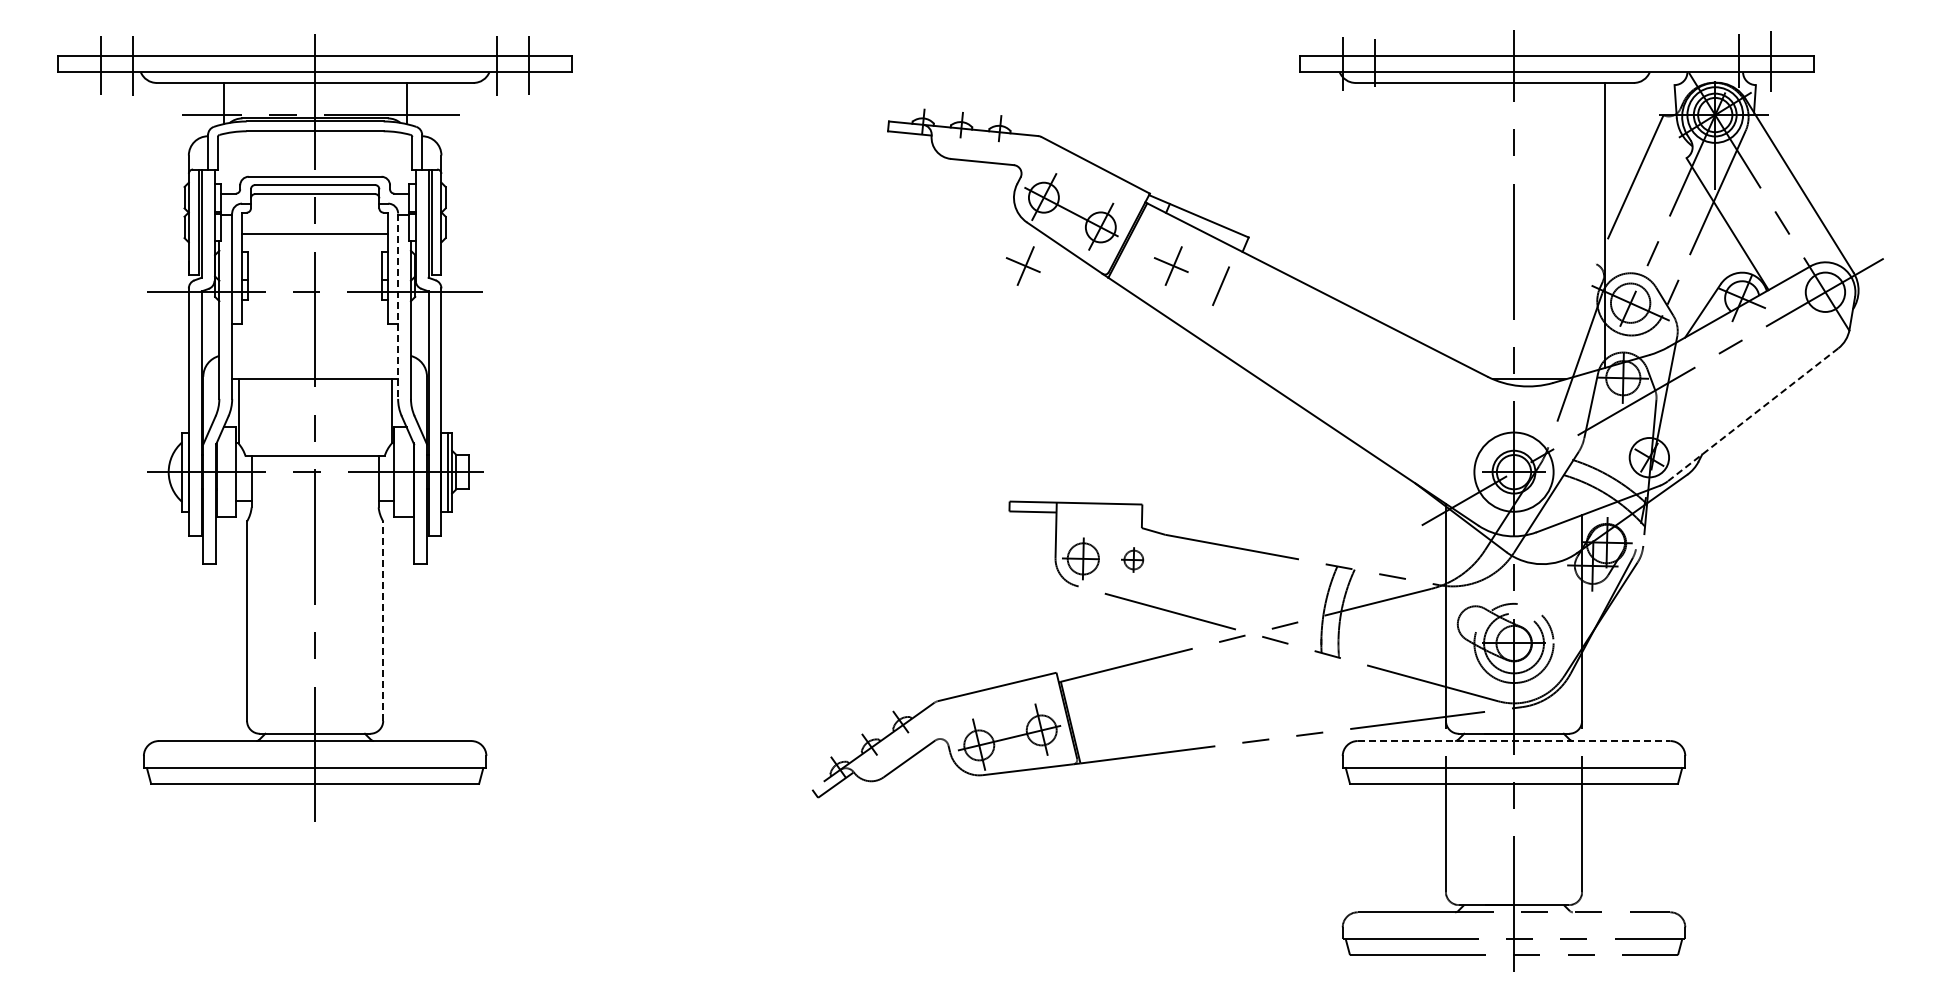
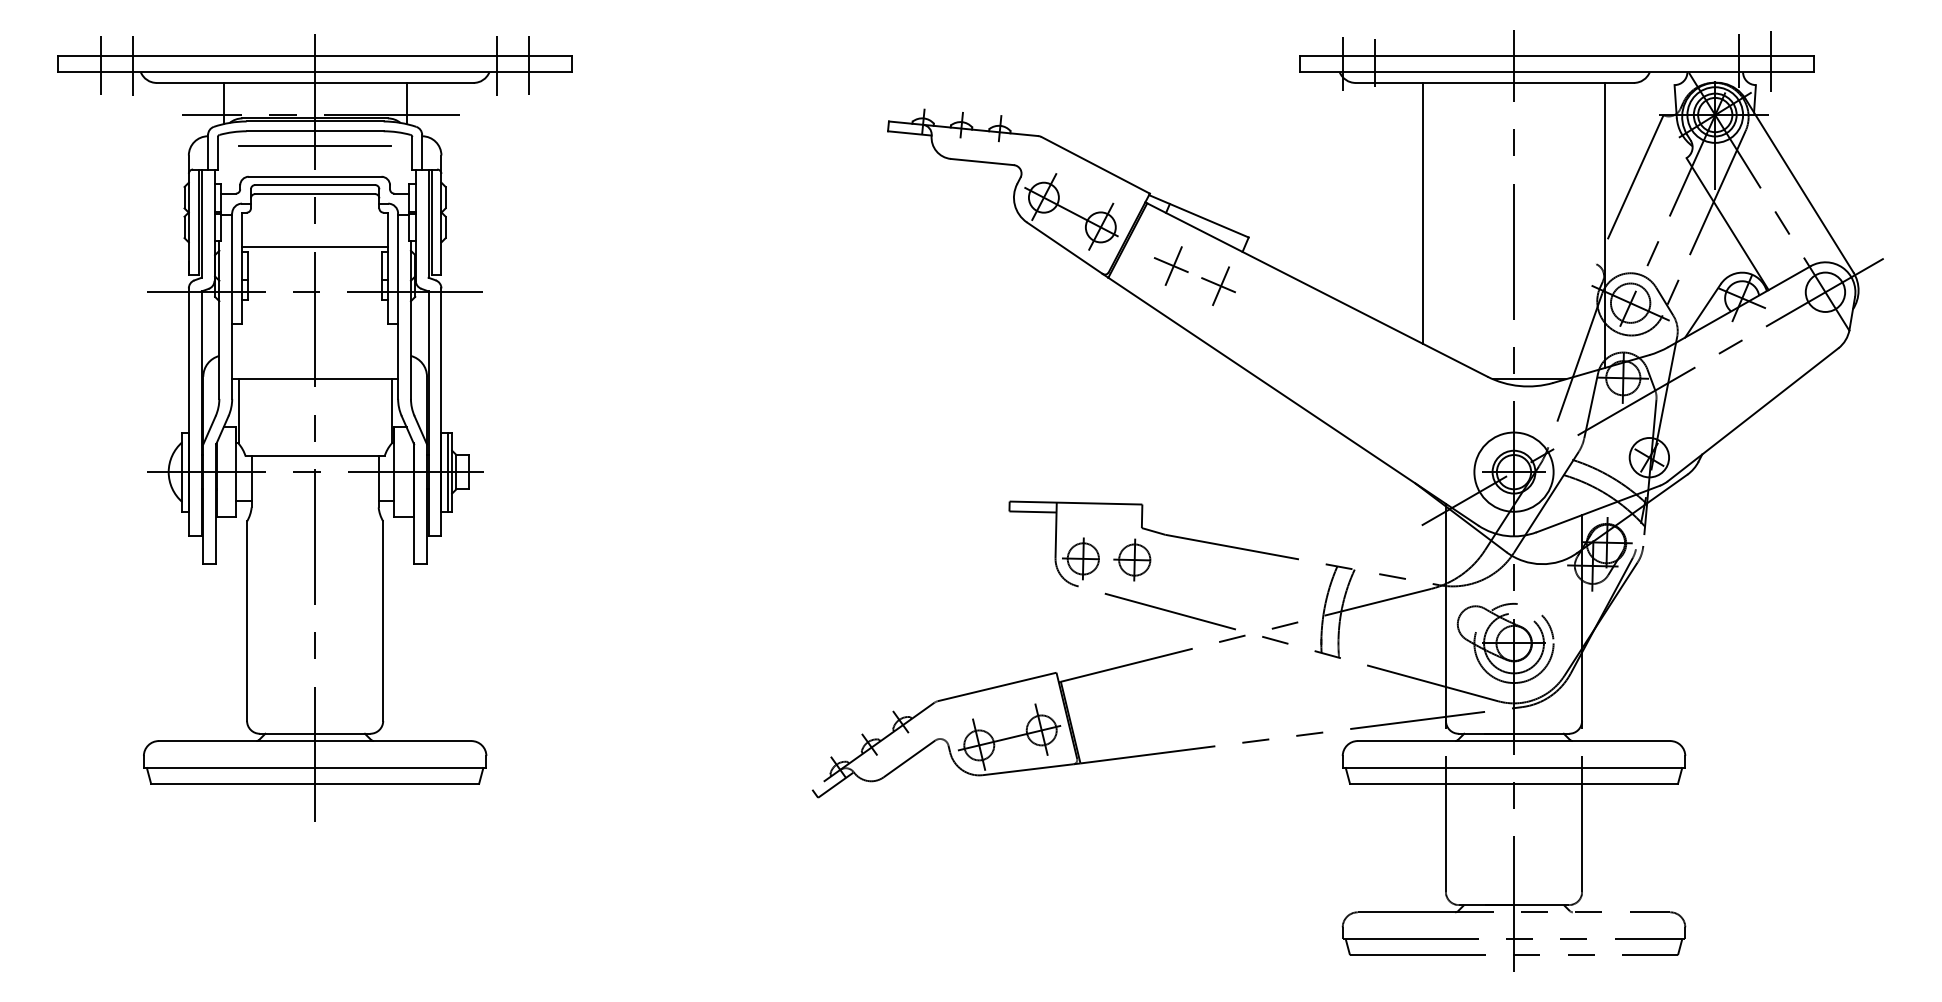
line at (314, 145): none -> present
line at (1422, 212): none -> present
line at (315, 233) position: (315, 233) -> (315, 246)
part at (1022, 265): present -> none
line at (1218, 284): none -> present
line at (398, 306): dashed -> solid
line at (1752, 415): dashed -> solid
part at (1132, 559) size: 24x26 px -> 39x44 px
line at (383, 621): dashed -> solid
line at (1514, 741): dashed -> solid
